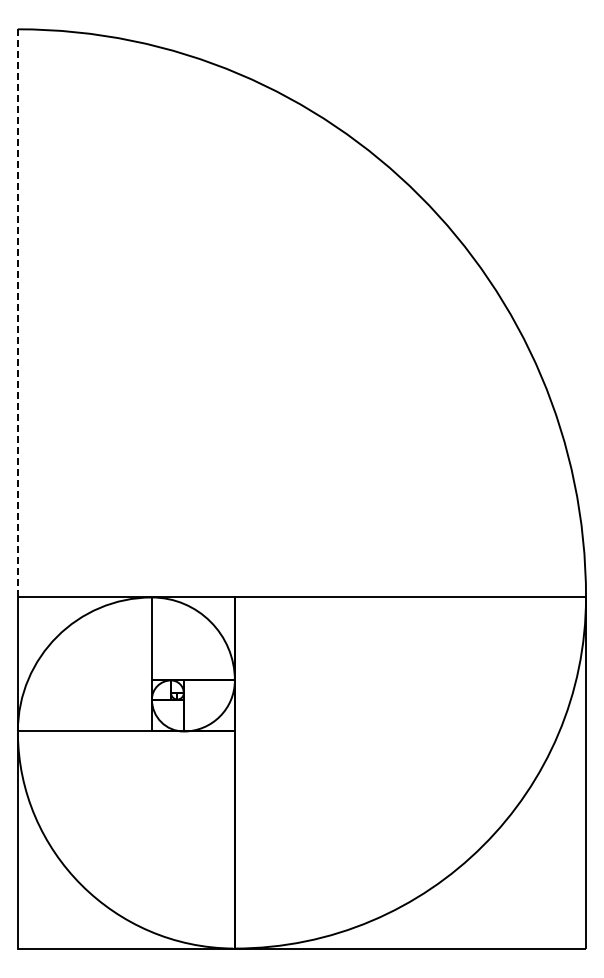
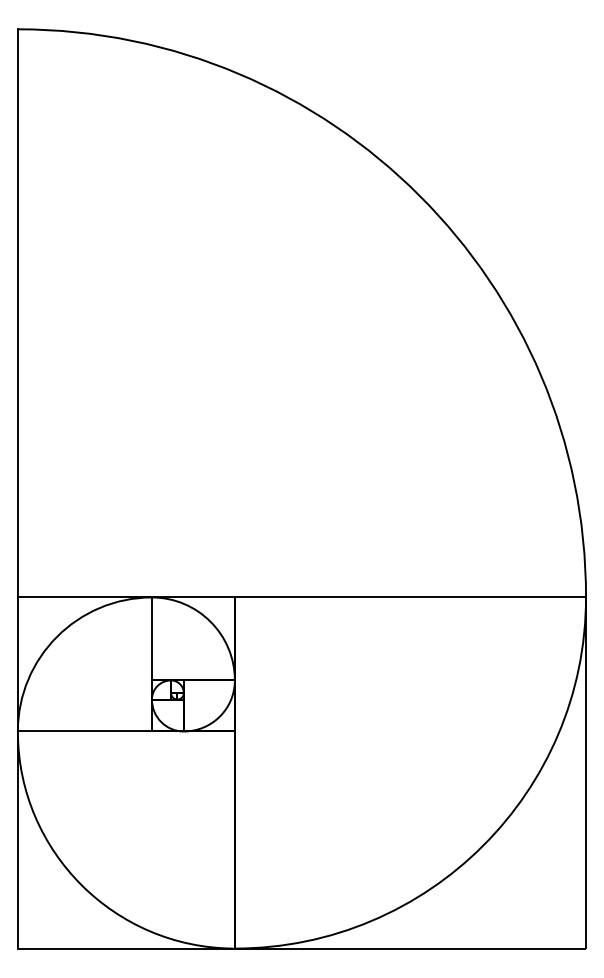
line at (17, 312): dashed -> solid
